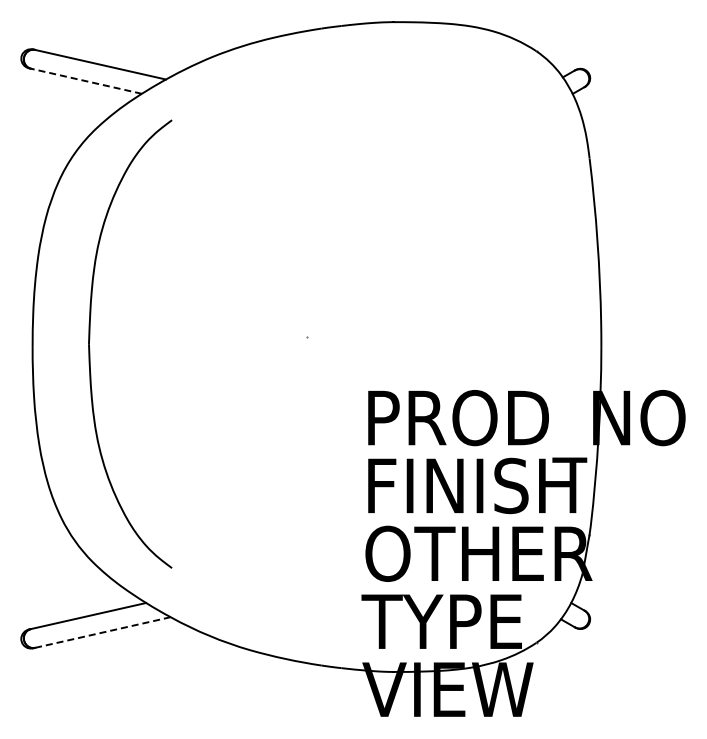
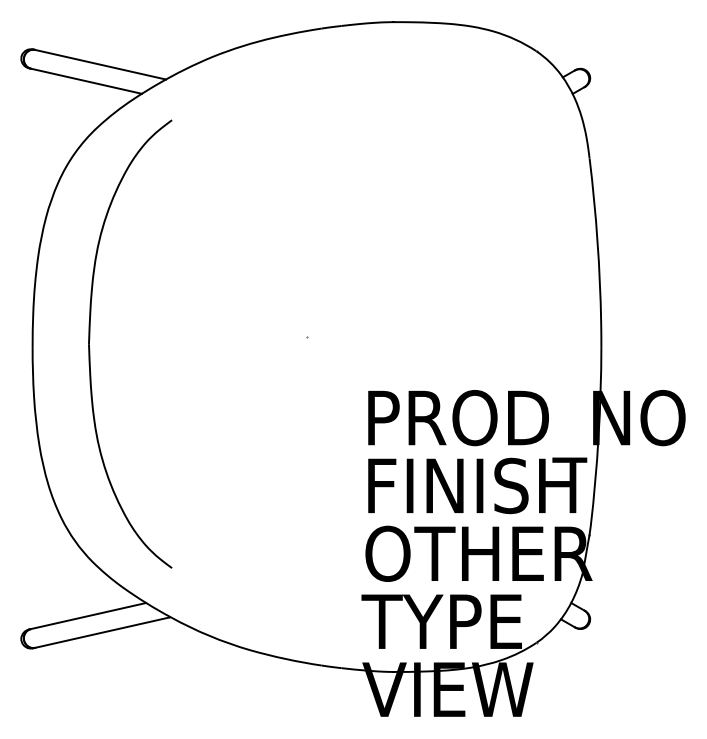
line at (86, 81): dashed -> solid
line at (102, 632): dashed -> solid
